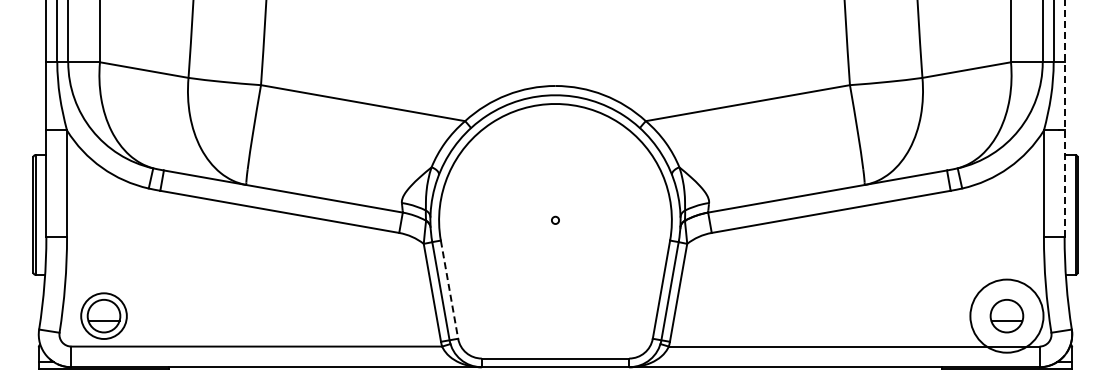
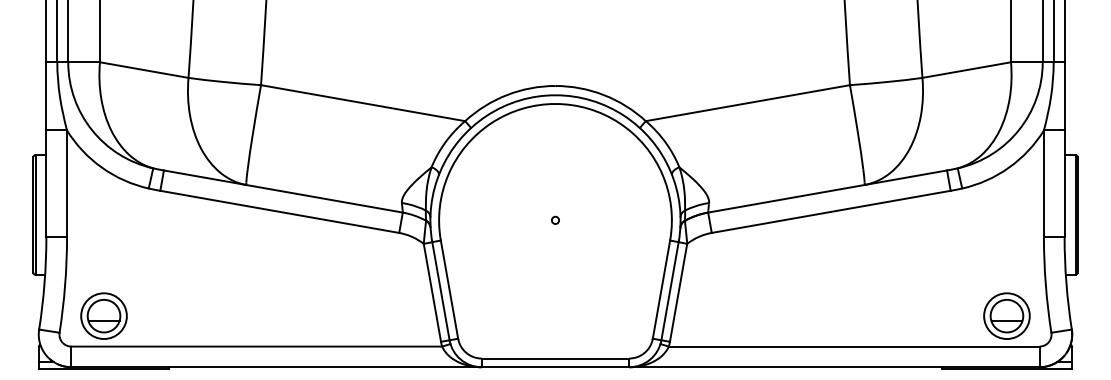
line at (1064, 118): dashed -> solid
line at (449, 289): dashed -> solid
circle at (1006, 315) diameter: 73 px -> 46 px
